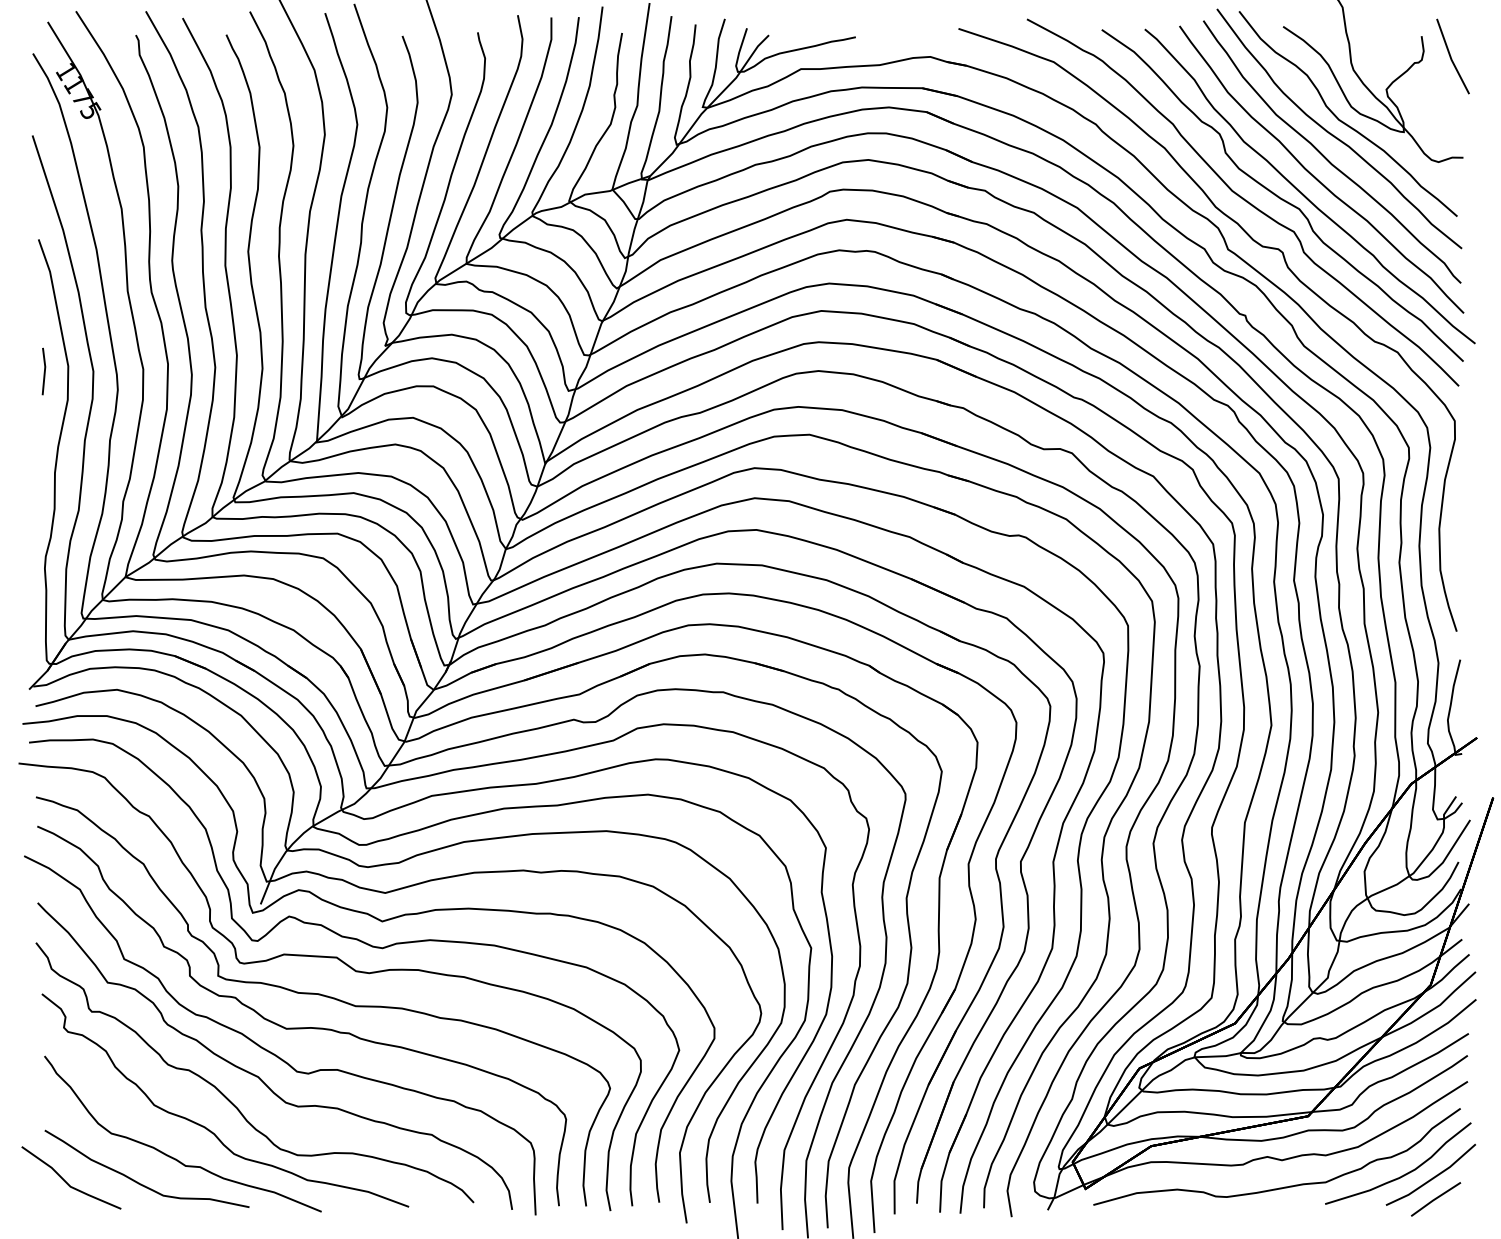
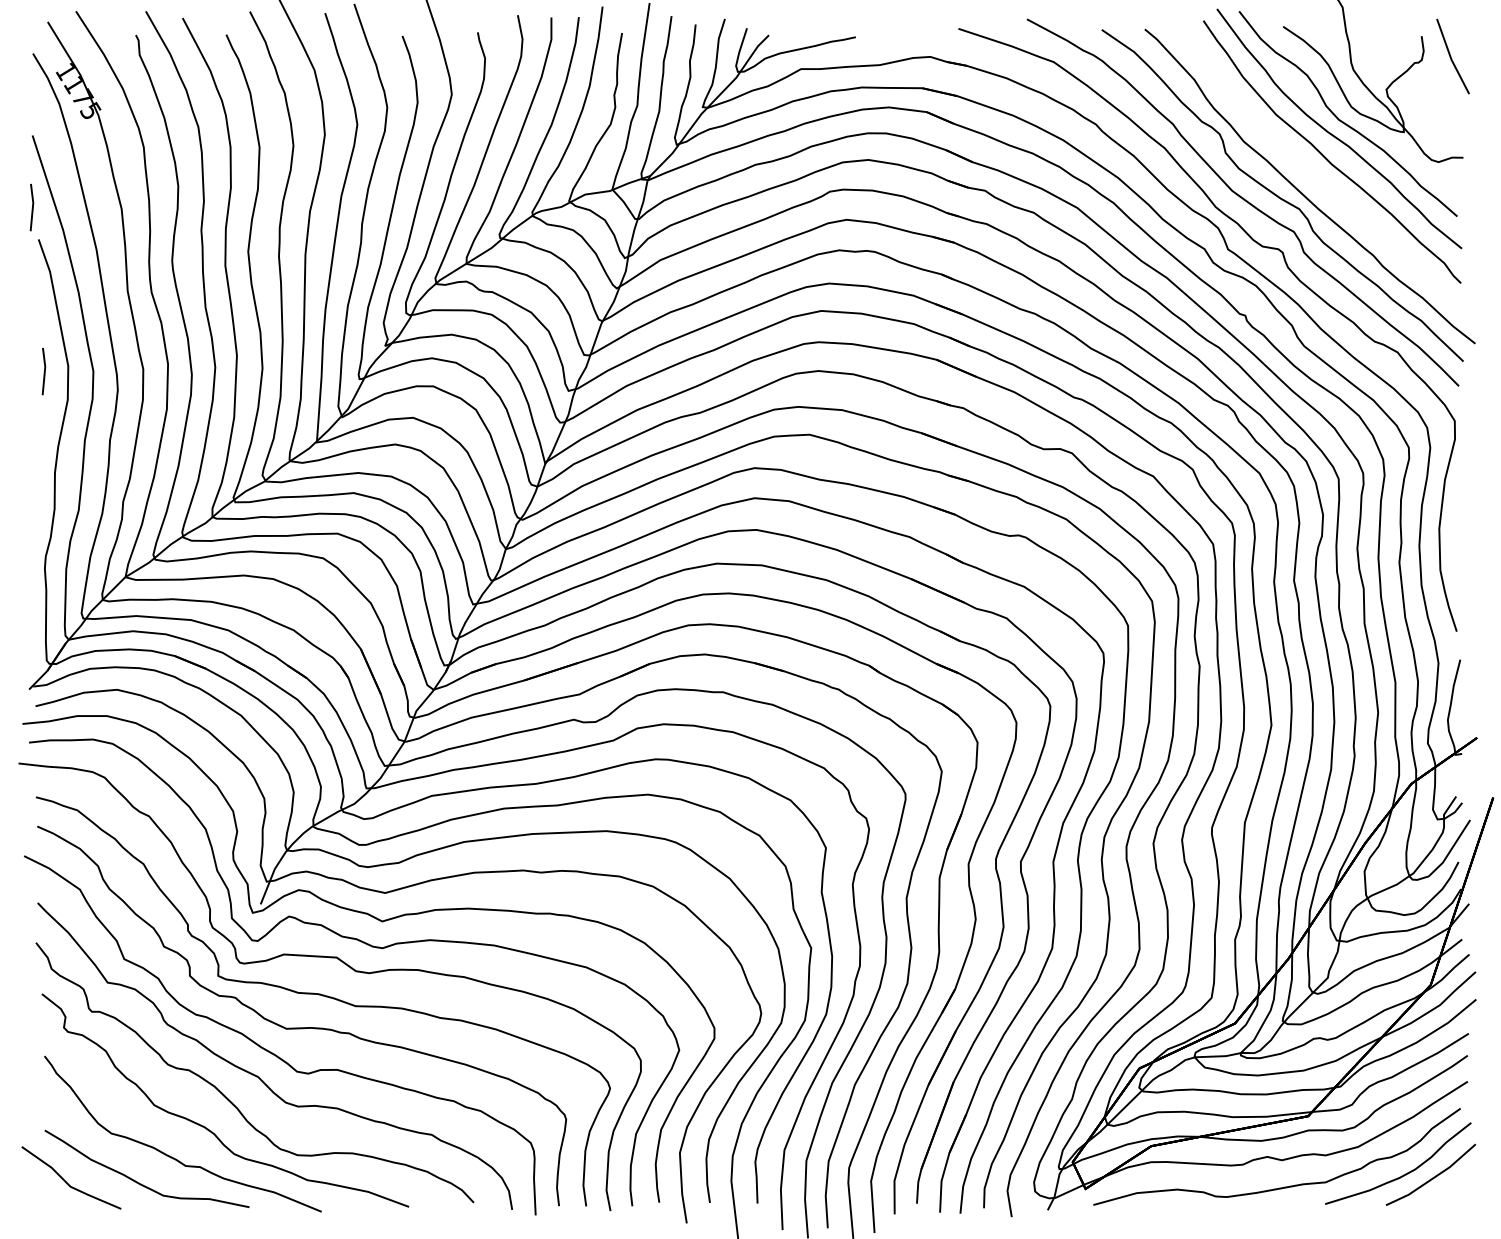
curve at (1314, 175): present -> none
line at (32, 207): none -> present
line at (1436, 1199): present -> none
